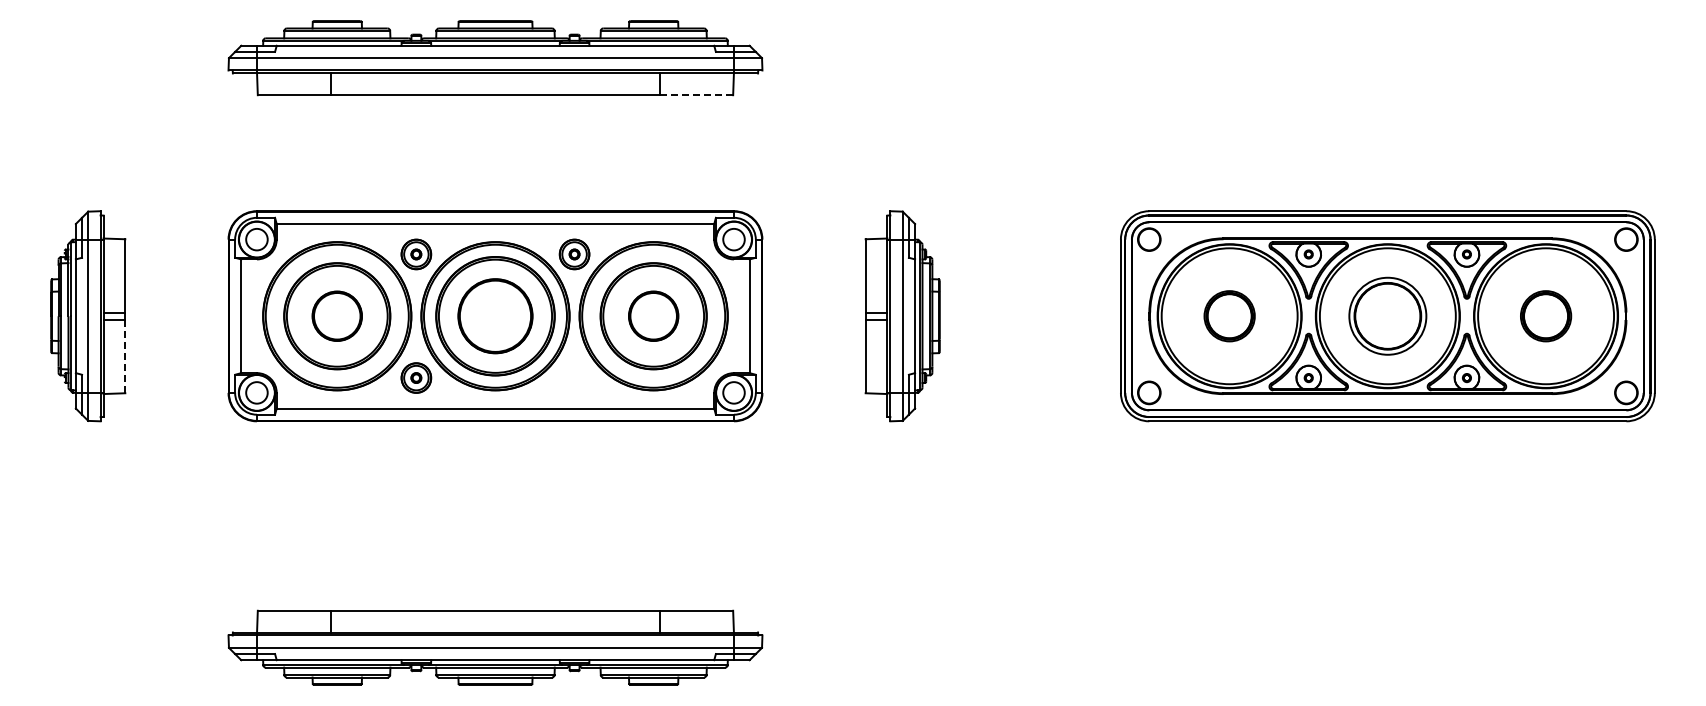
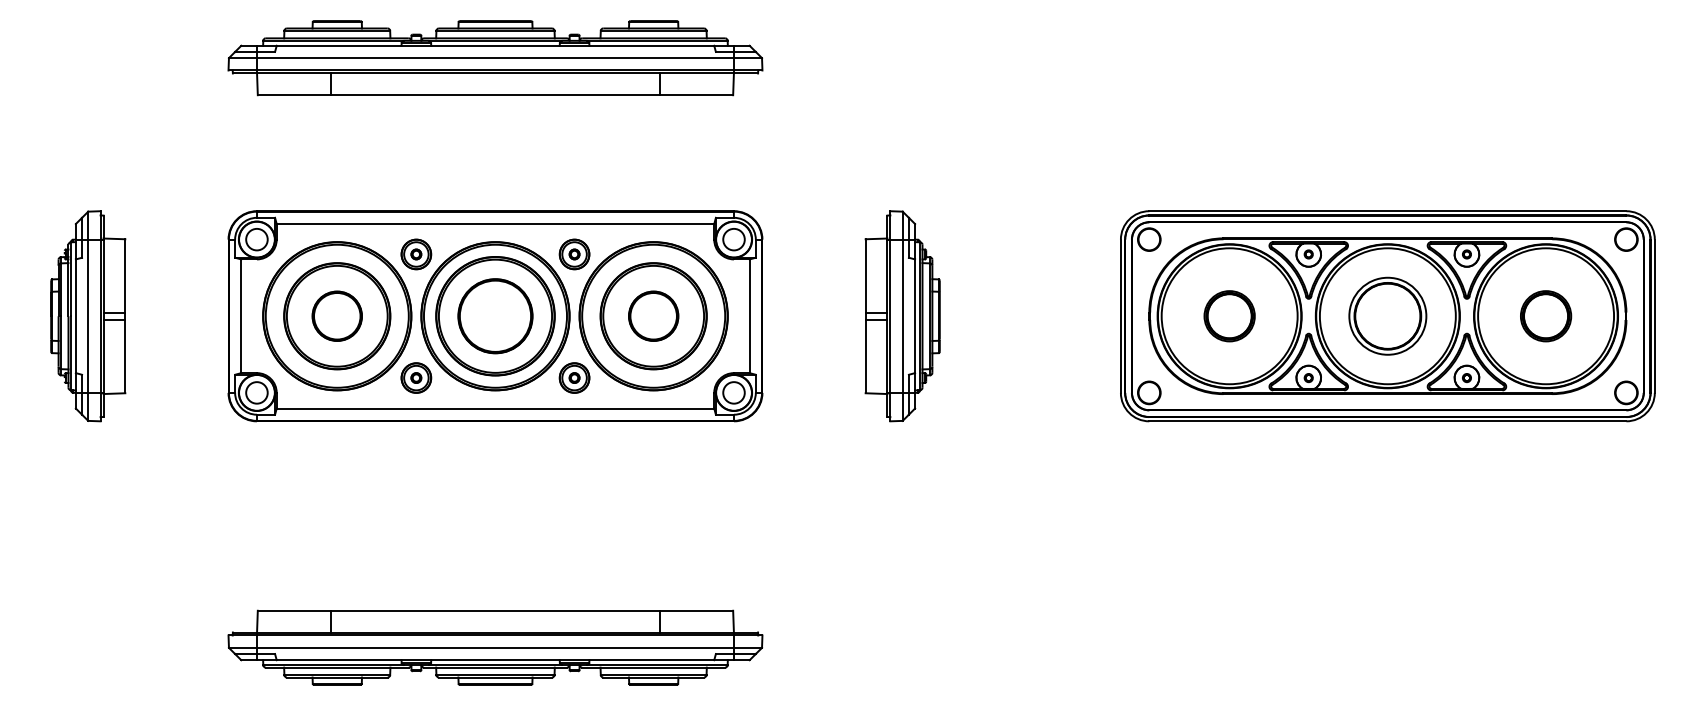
line at (696, 95): dashed -> solid
line at (125, 356): dashed -> solid
part at (574, 377): none -> present
